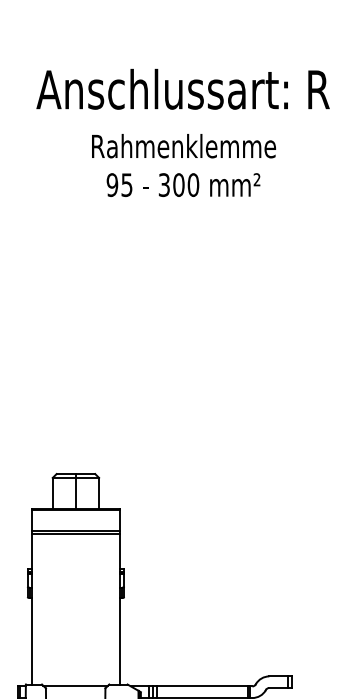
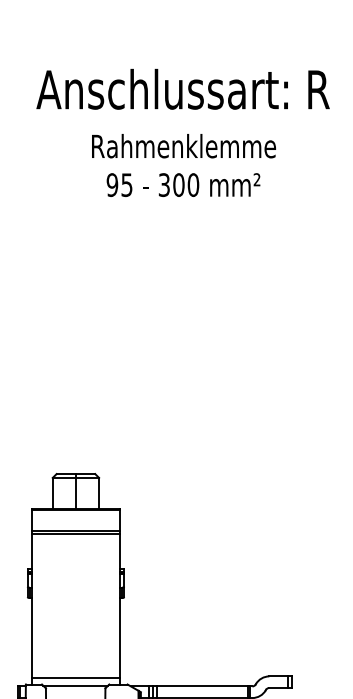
line at (75, 677): none -> present
